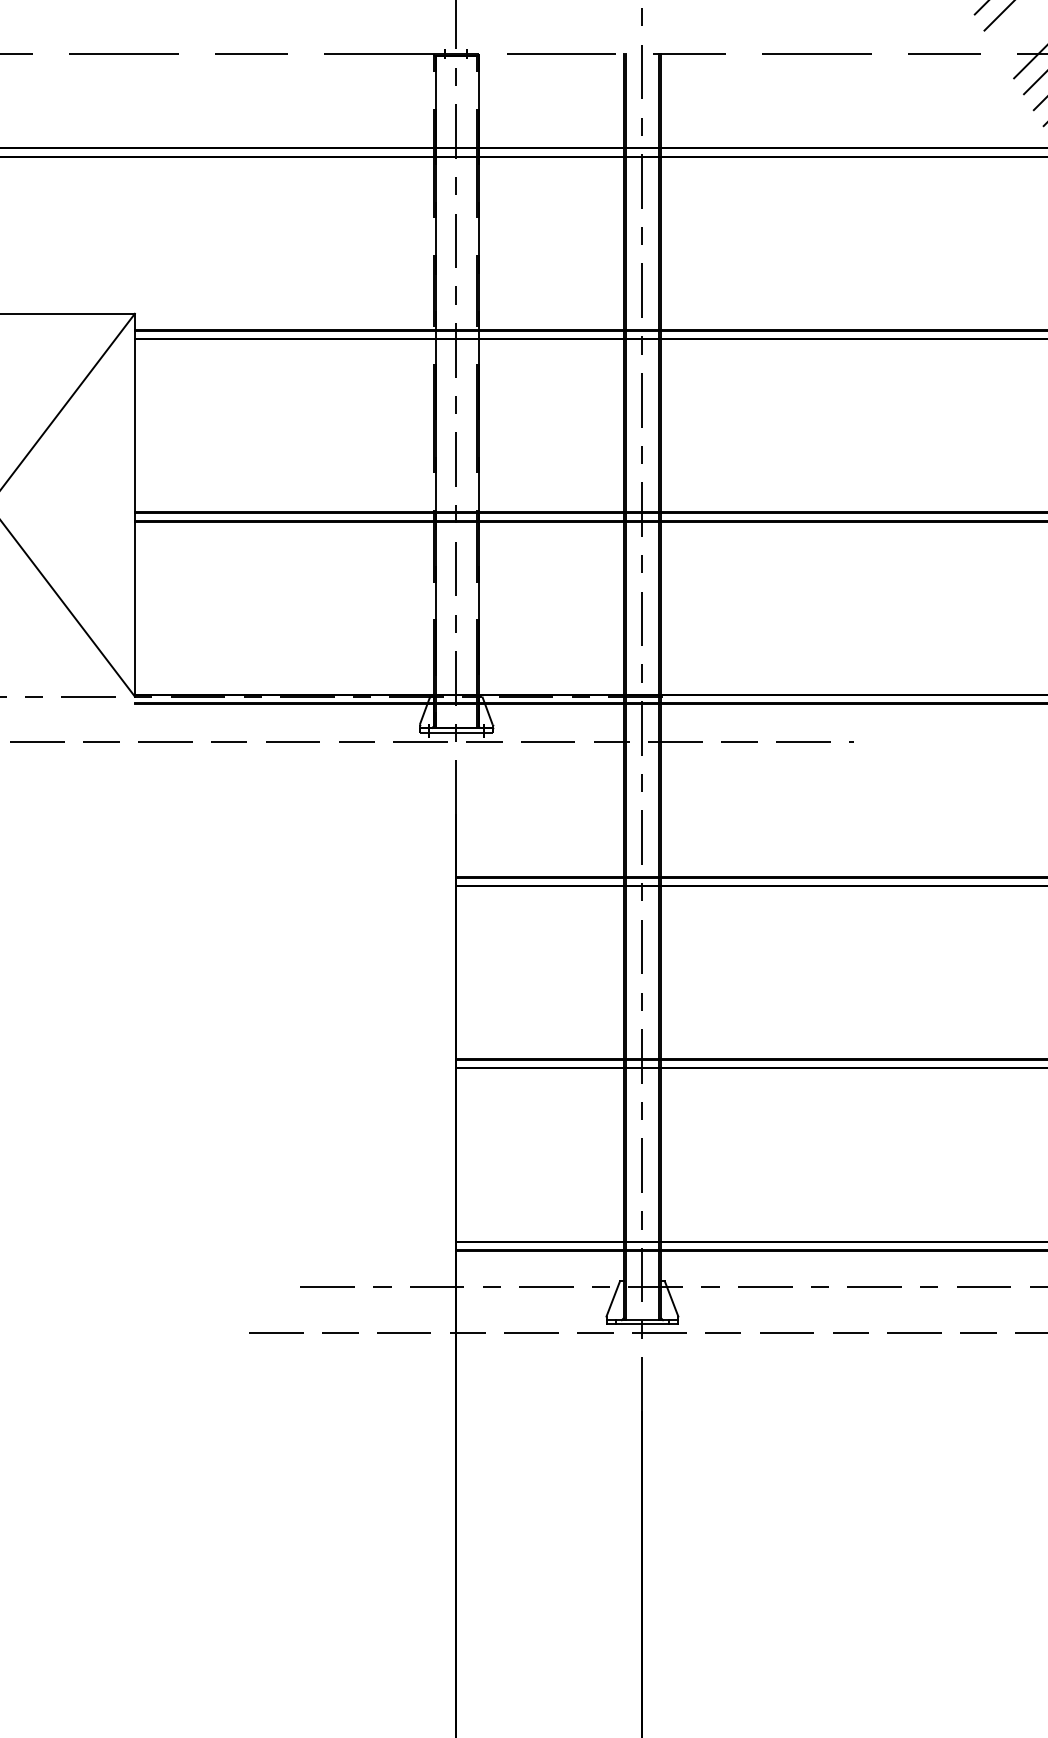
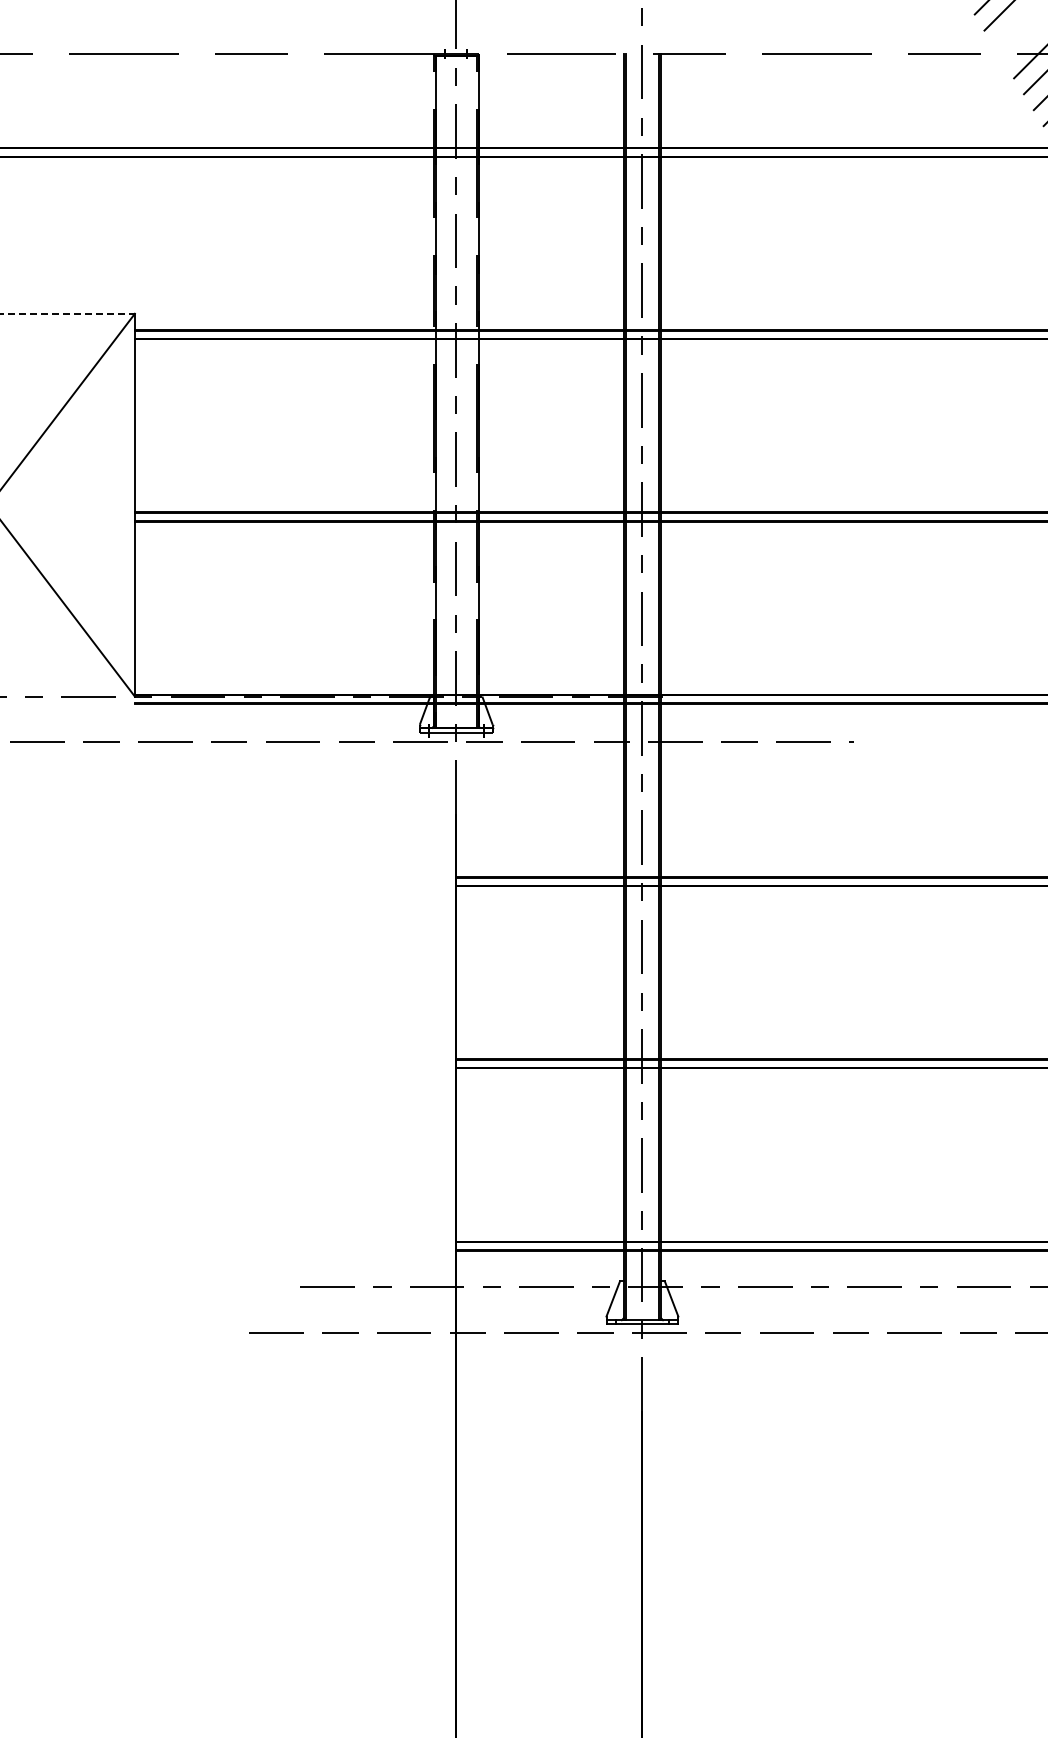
line at (67, 313): solid -> dashed
